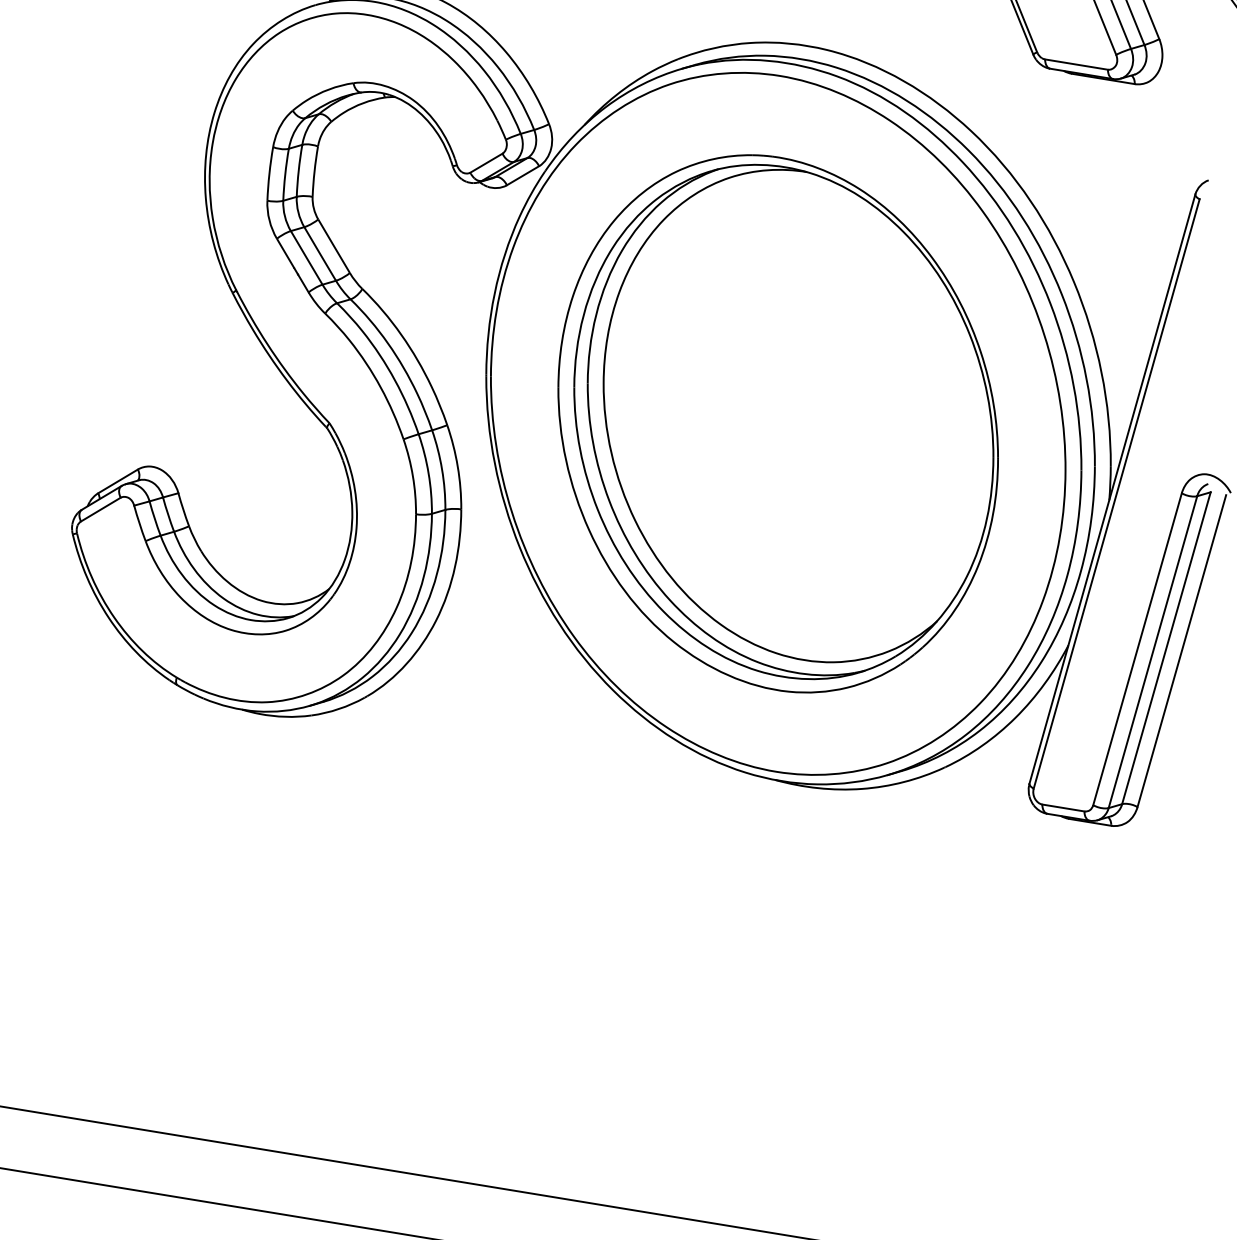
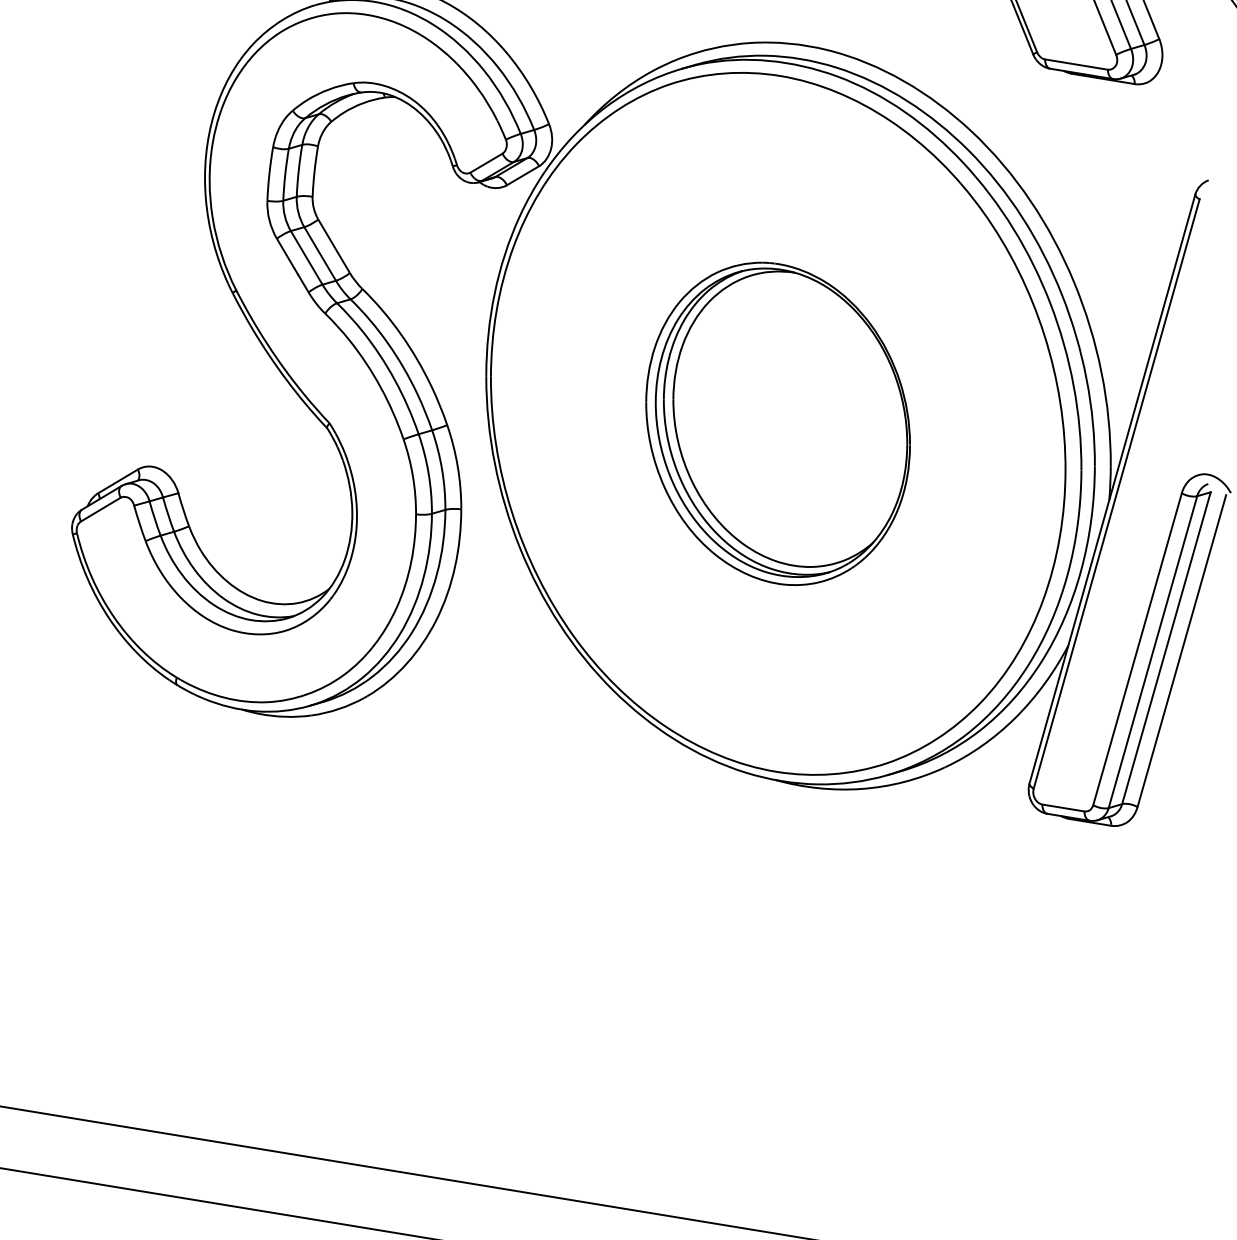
part at (777, 423) size: 442x540 px -> 266x325 px
